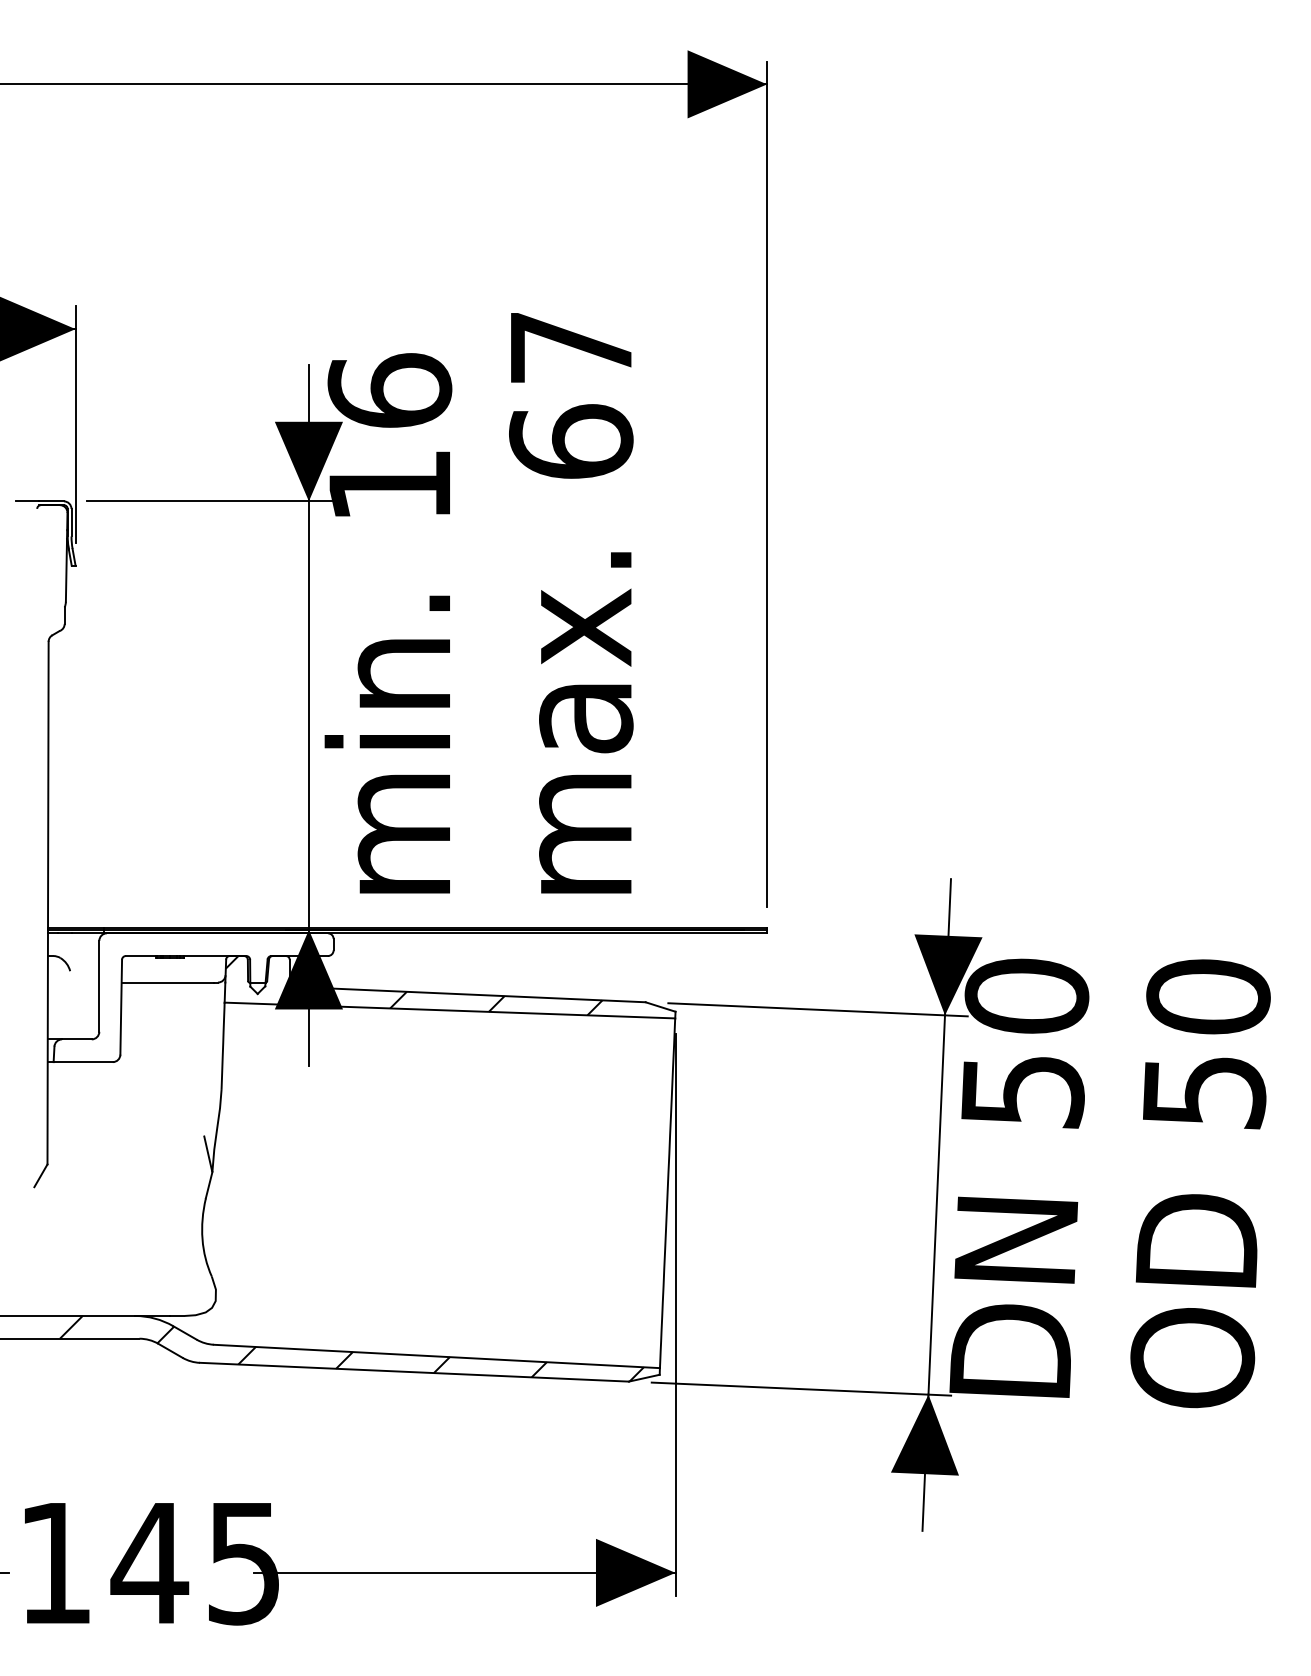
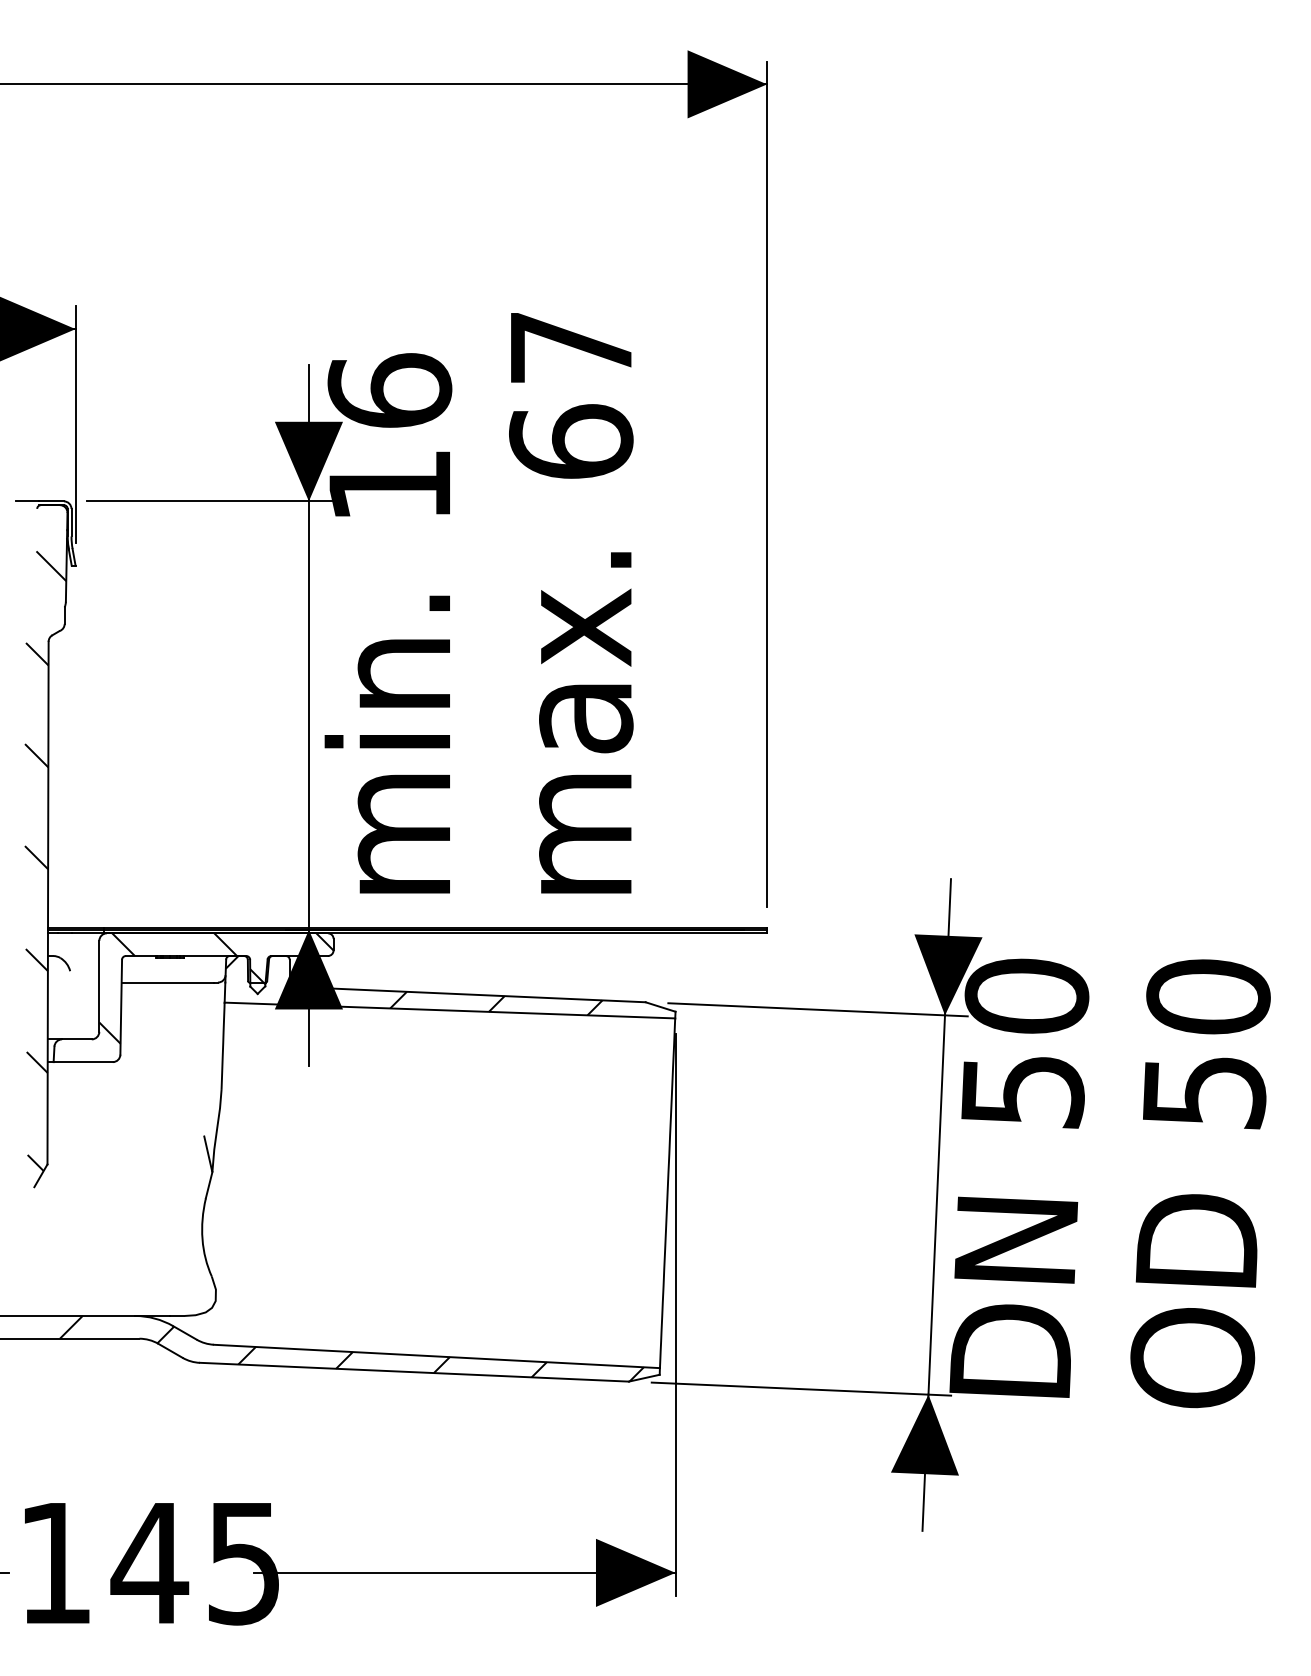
hatch at (45, 861): none -> present
hatch at (216, 988): none -> present
